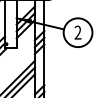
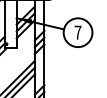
text at (77, 32): 2 -> 7
